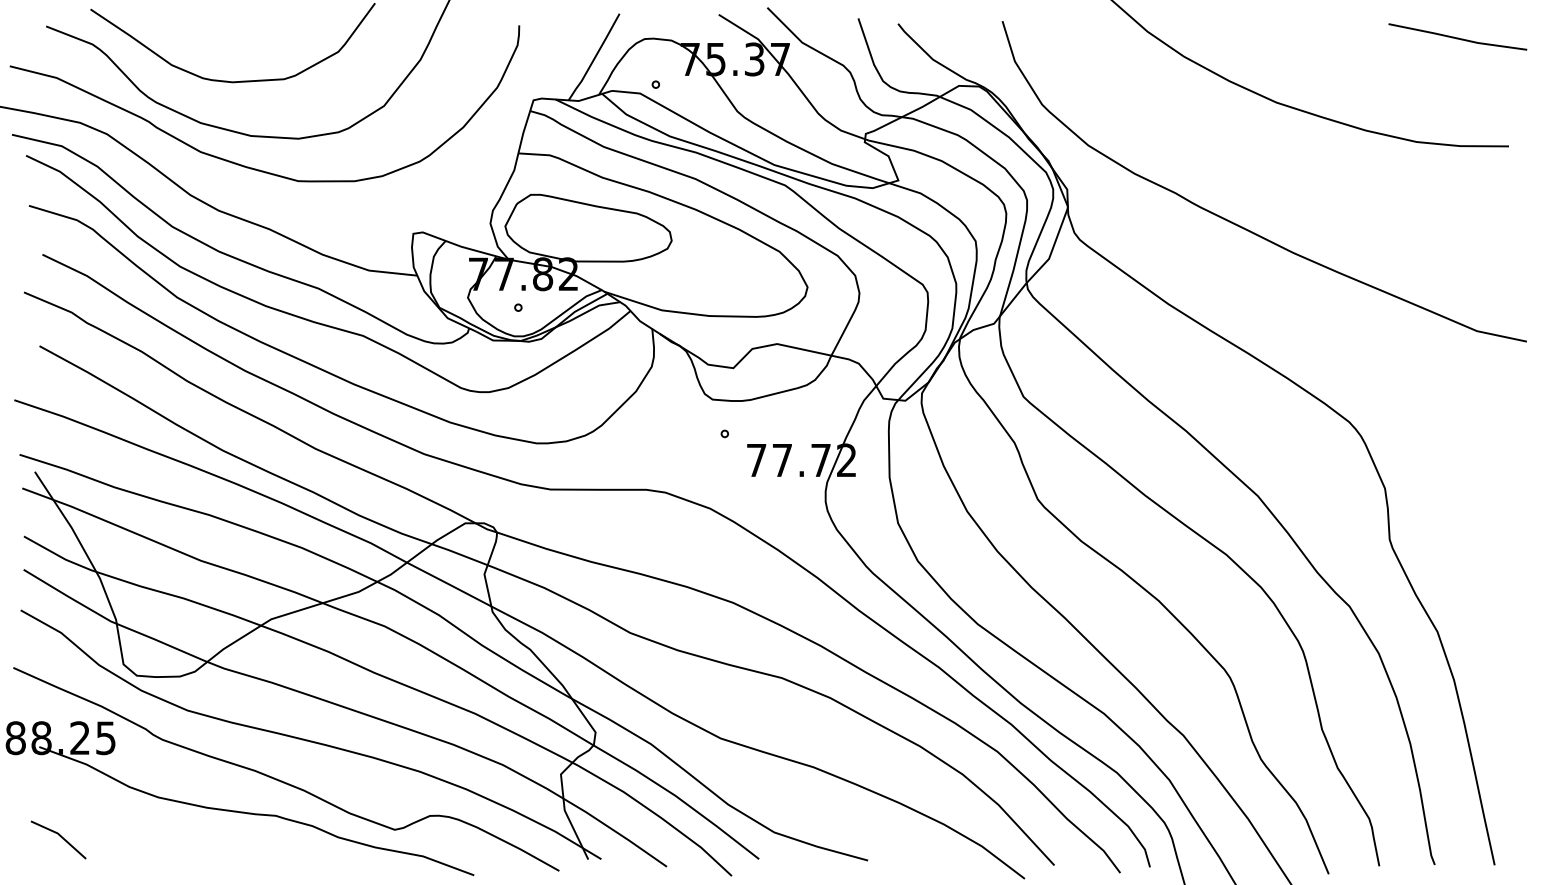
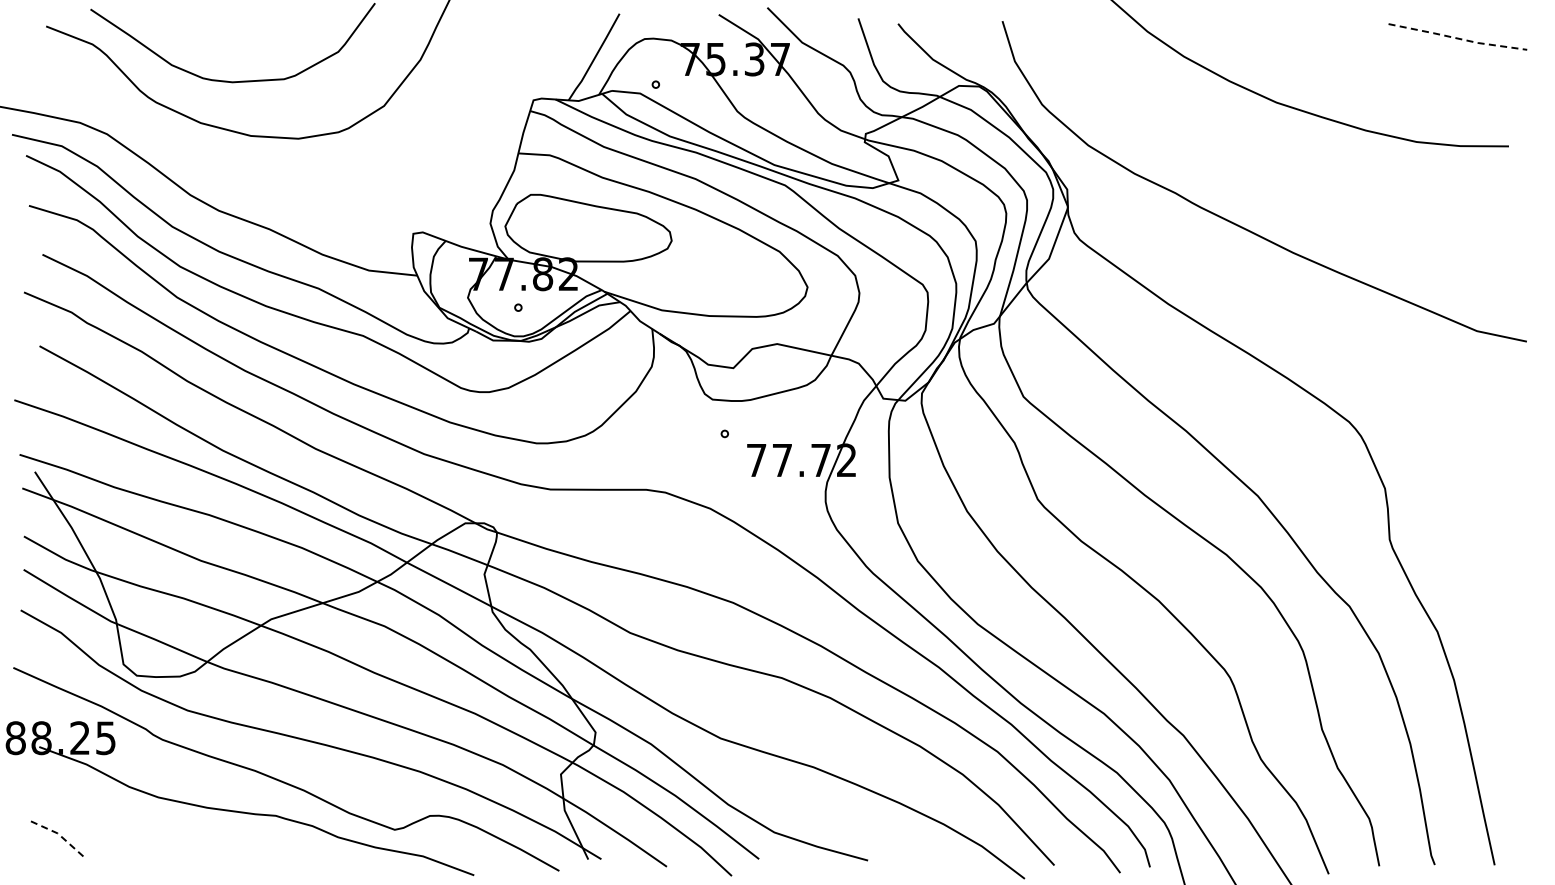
line at (1457, 38): solid -> dashed
curve at (242, 164): present -> none
line at (60, 836): solid -> dashed
